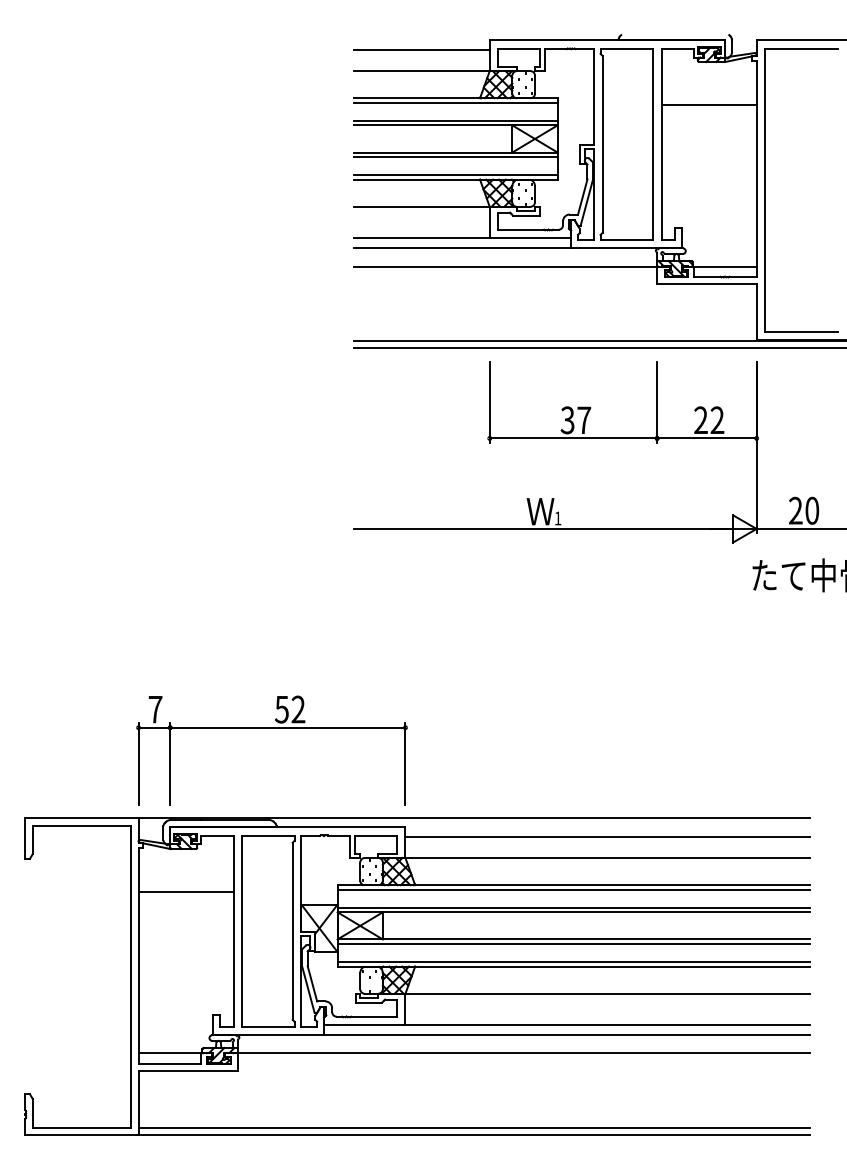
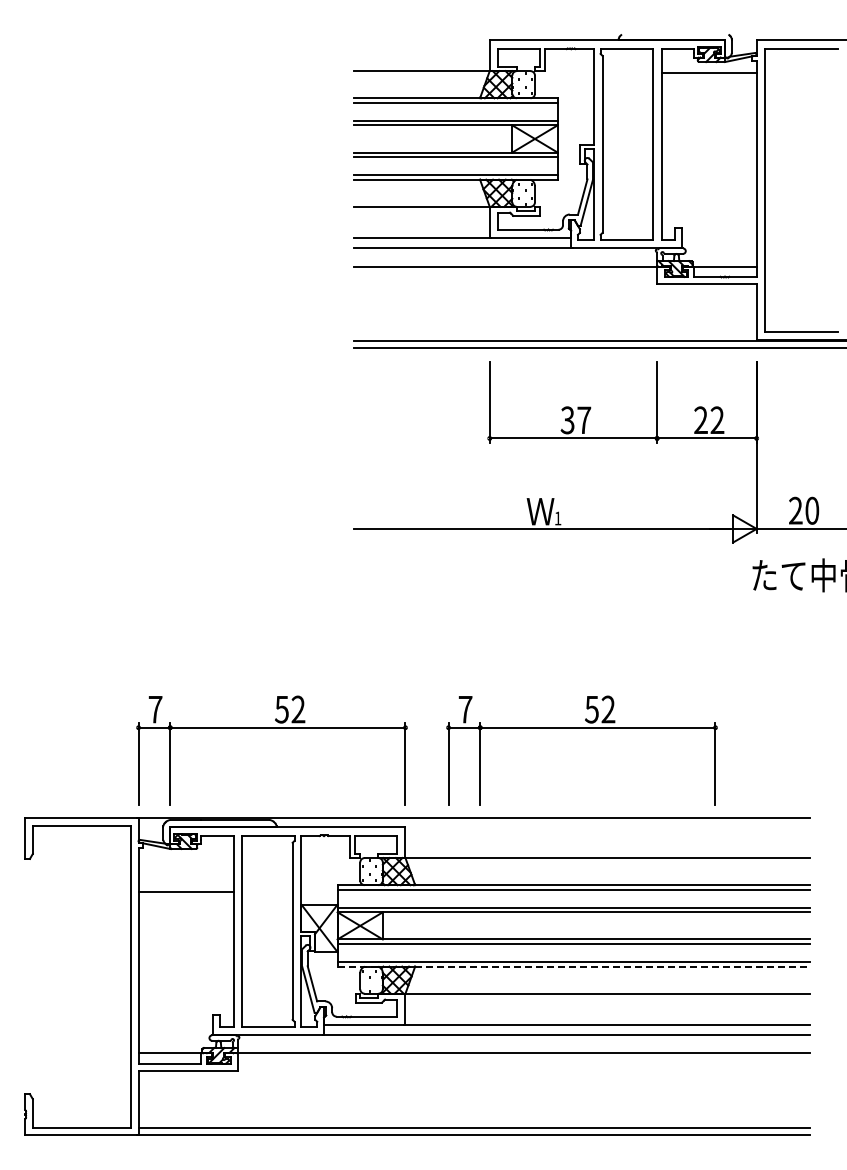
line at (421, 50): present -> none
line at (708, 104) position: (708, 104) -> (708, 72)
part at (581, 728): none -> present
line at (607, 837): present -> none
line at (574, 966): solid -> dashed
